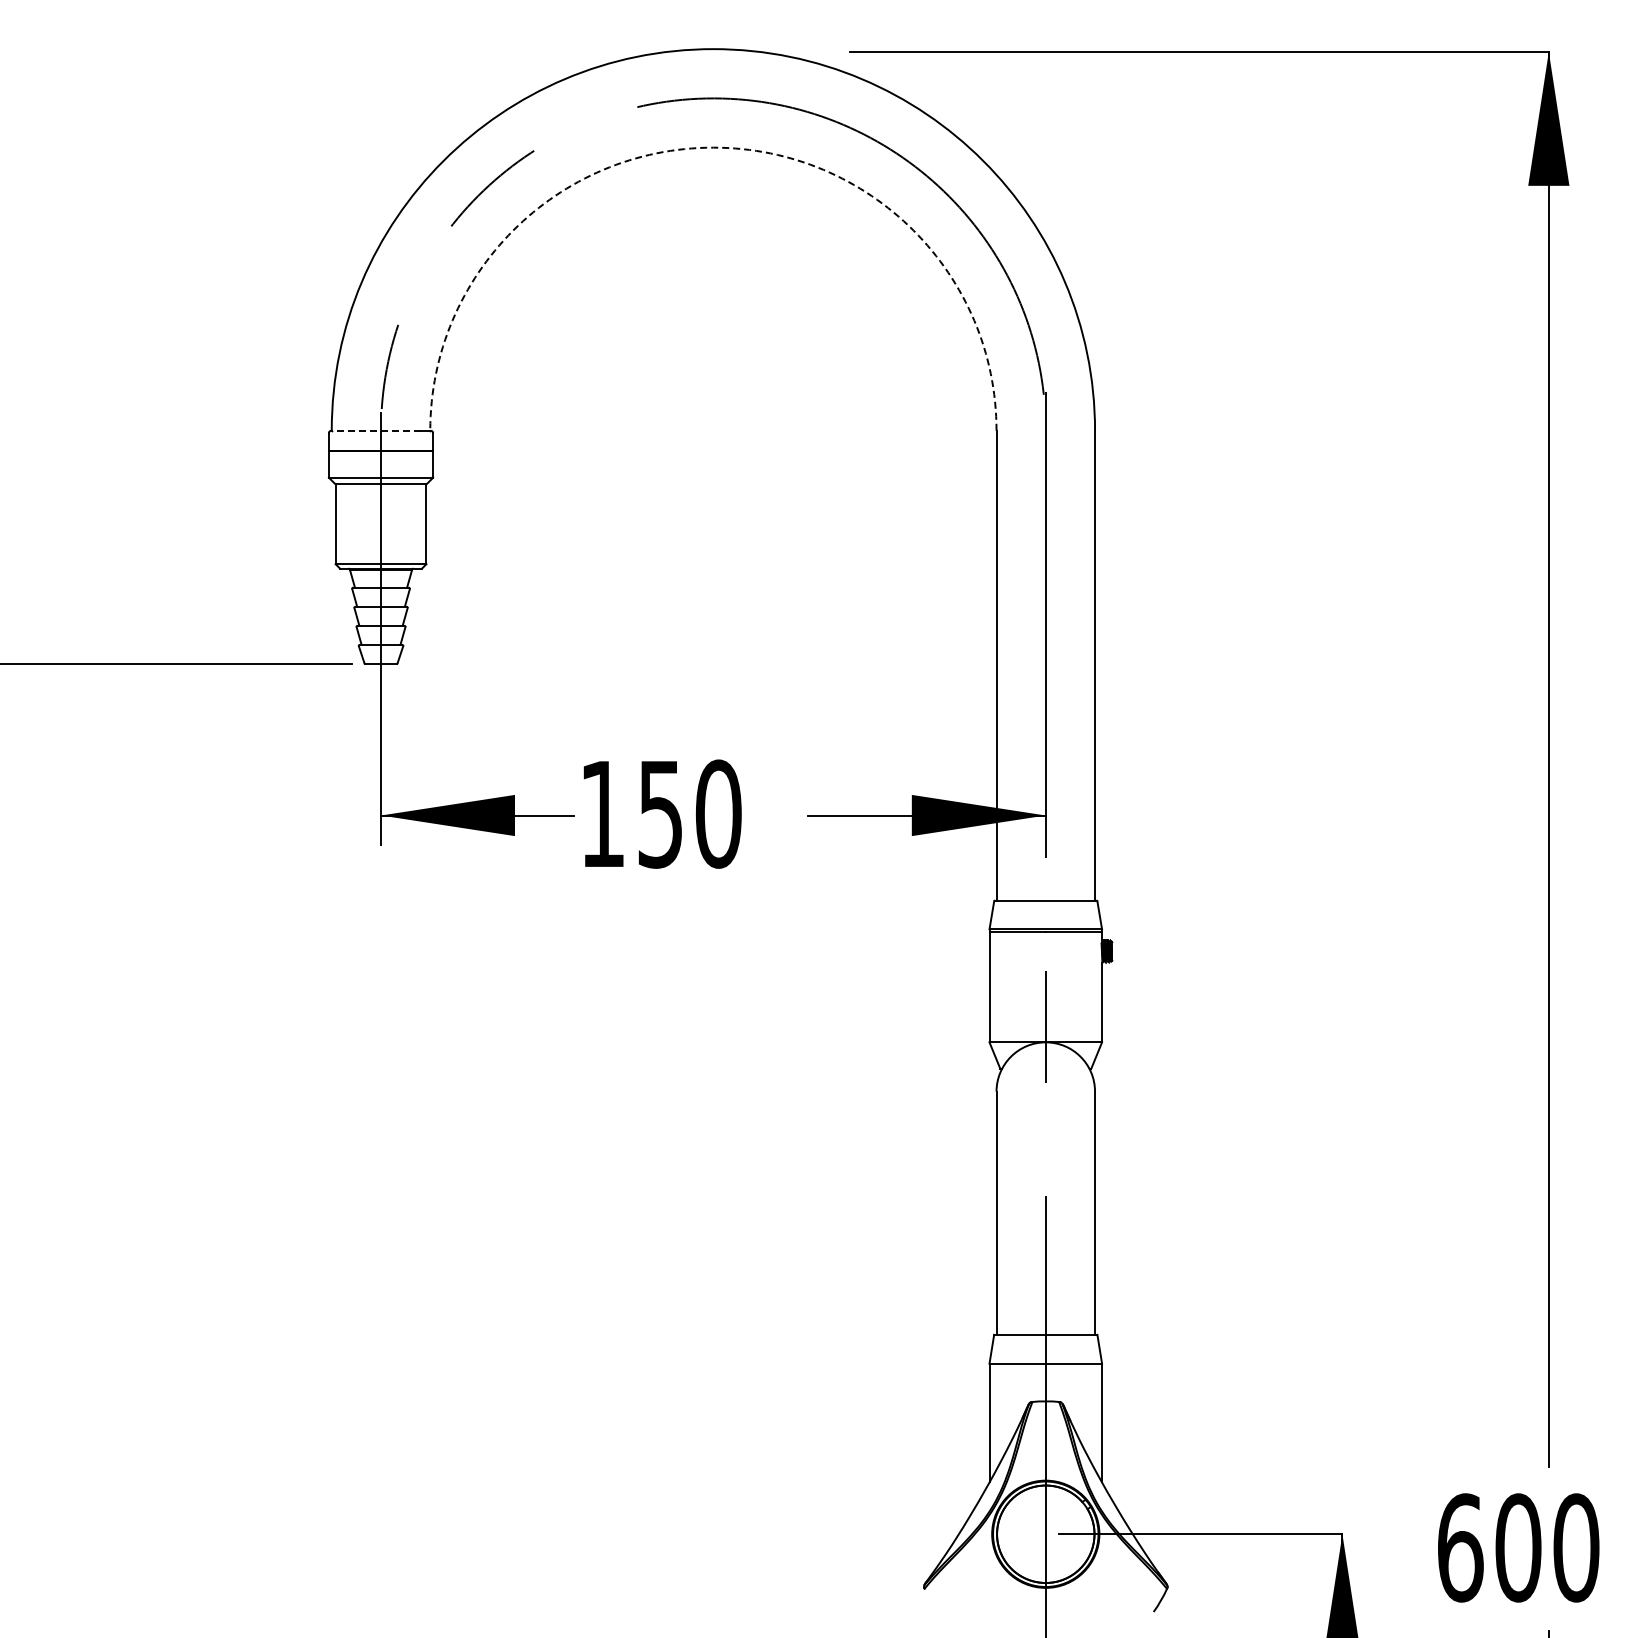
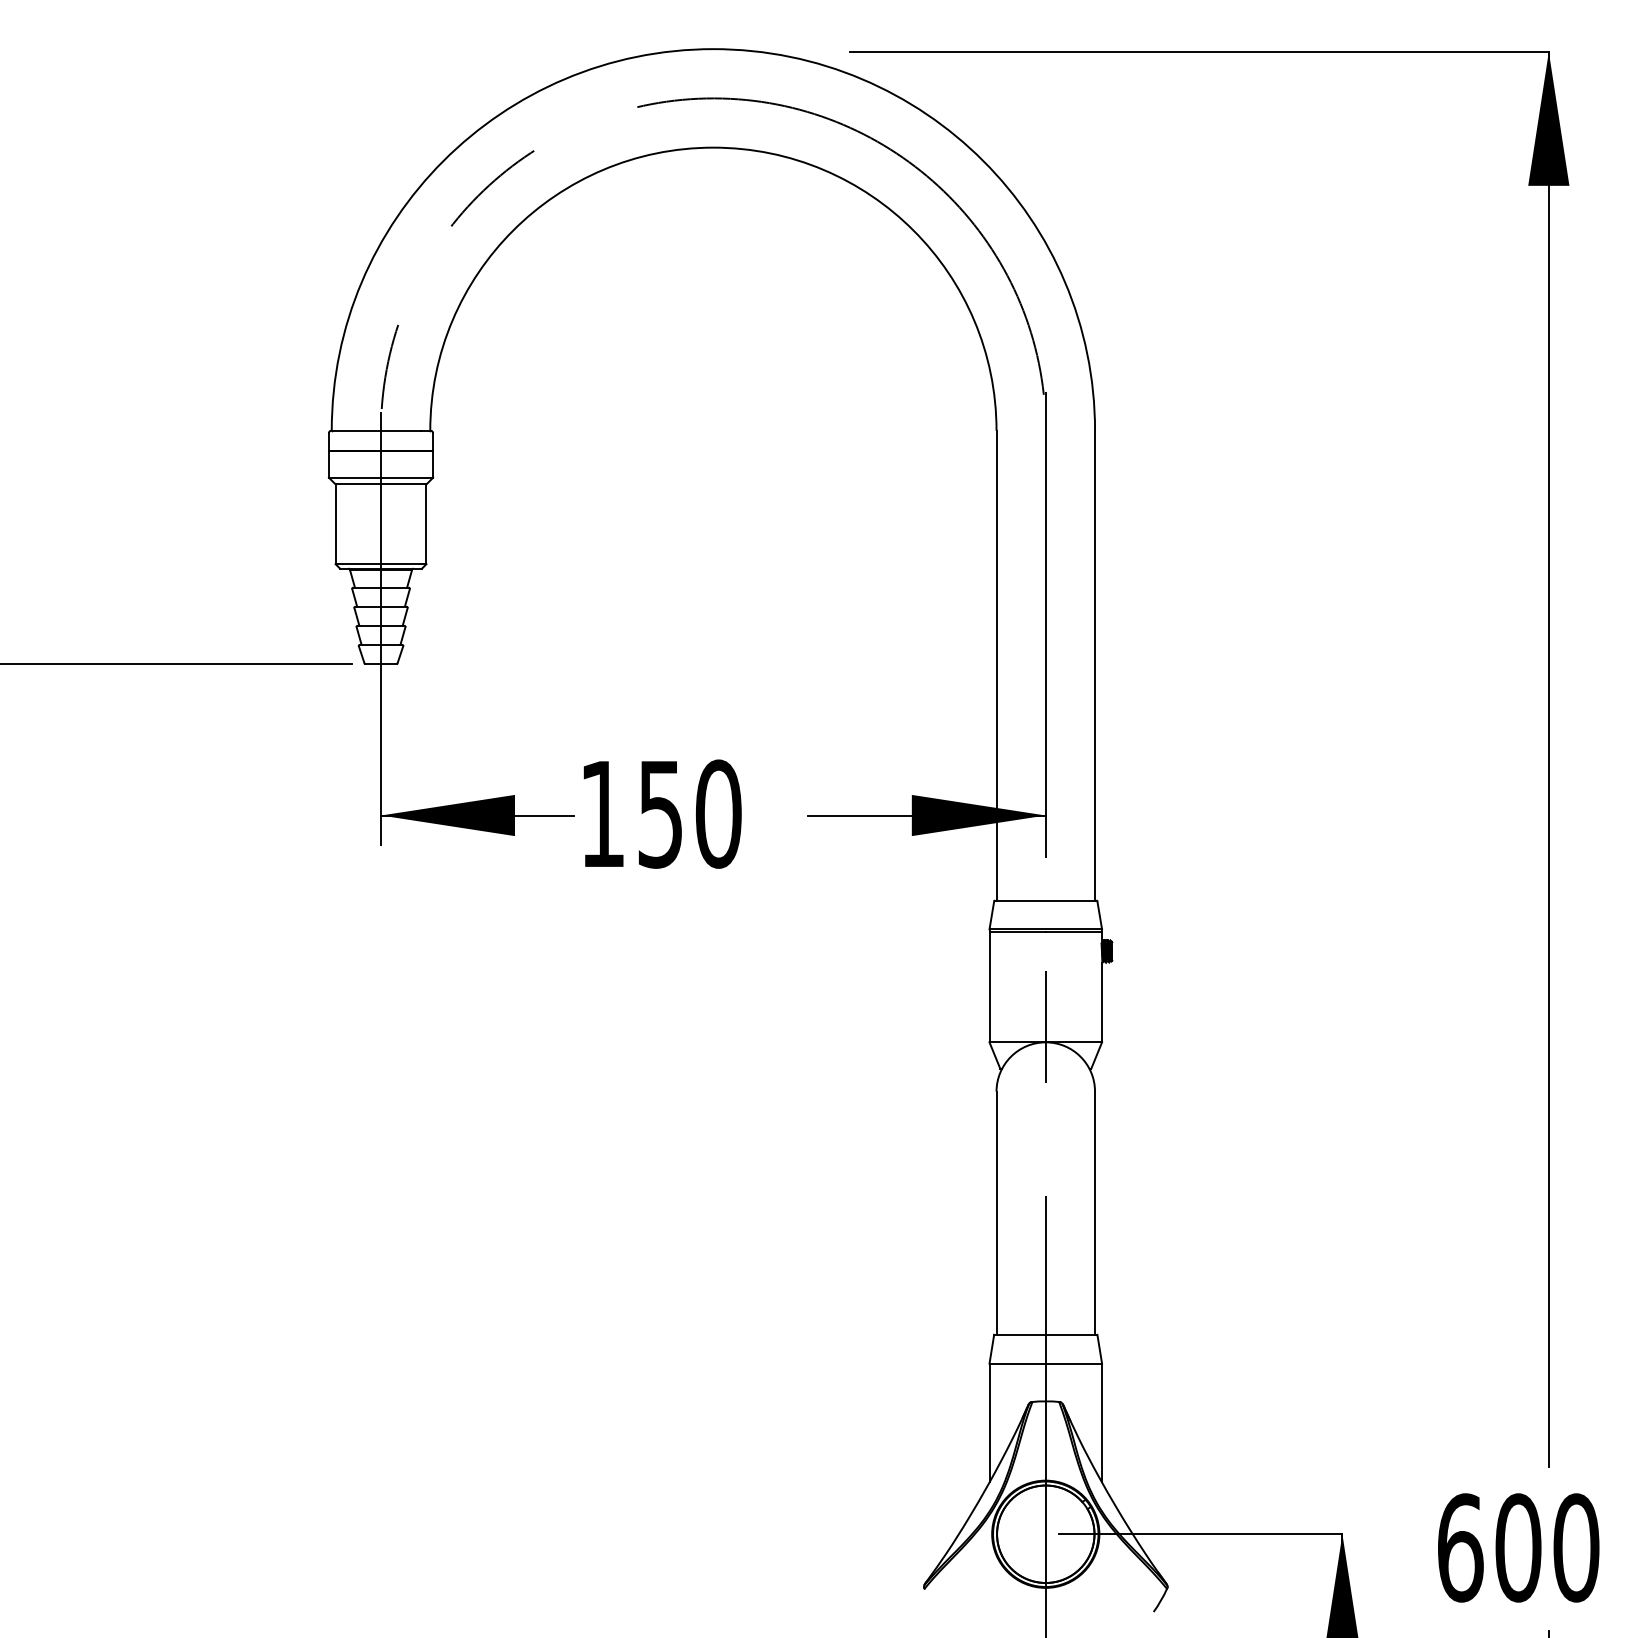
arc at (713, 147): dashed -> solid
line at (375, 430): dashed -> solid
